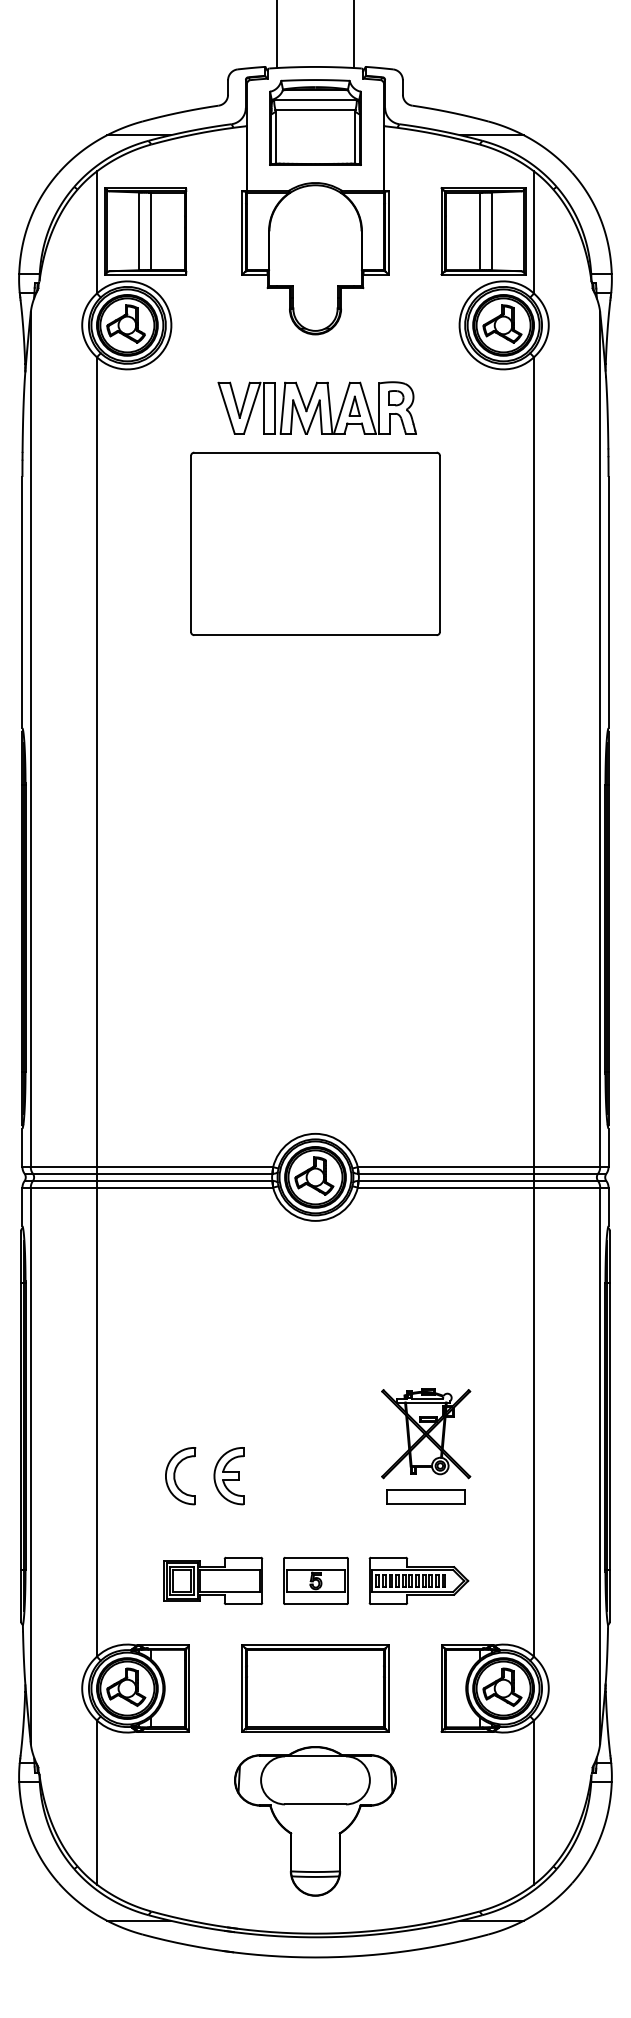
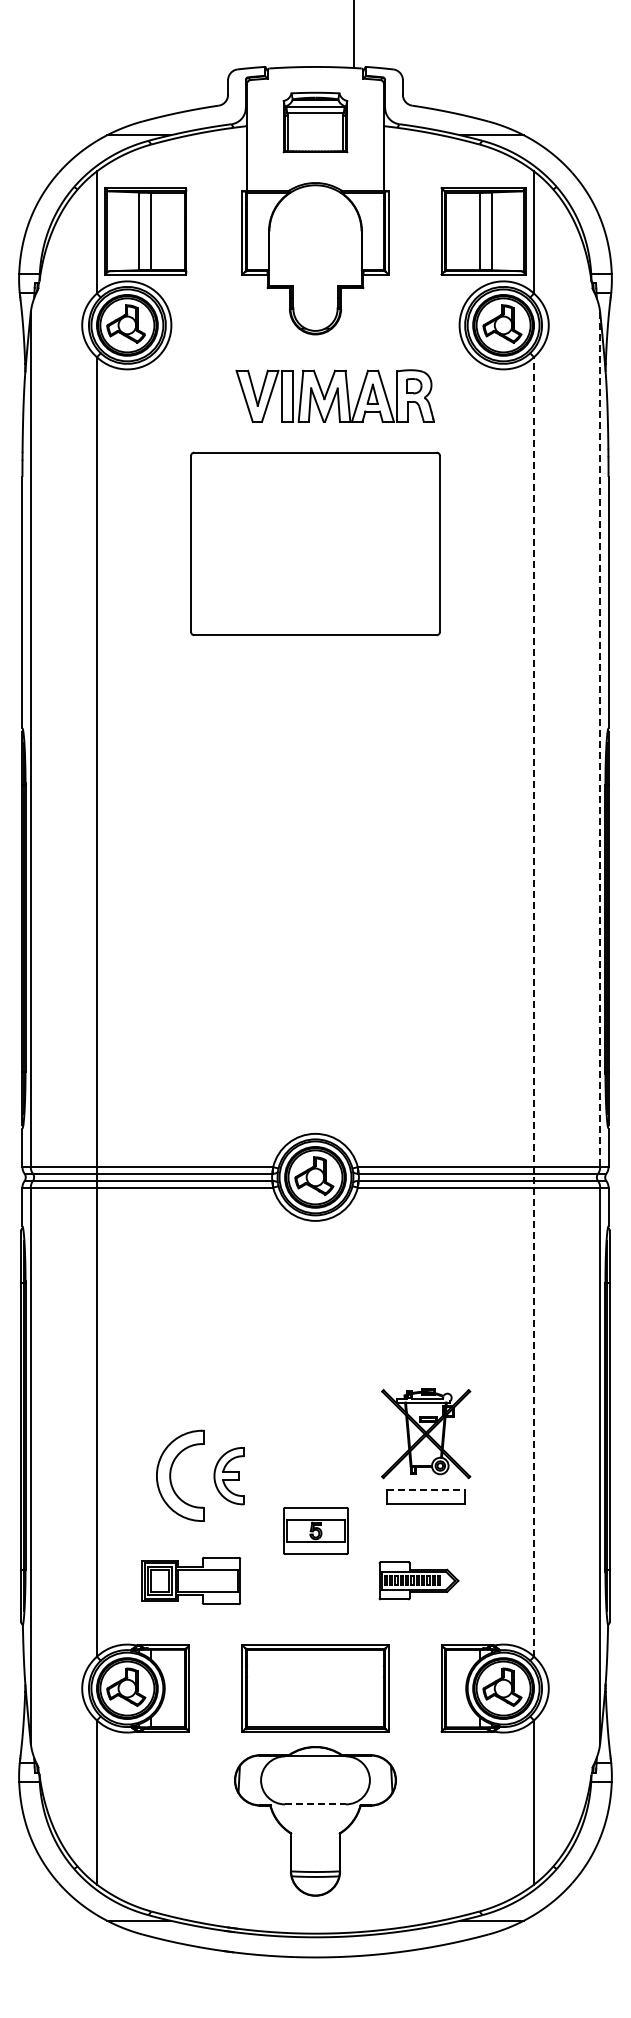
line at (277, 35): present -> none
part at (315, 122) size: 93x87 px -> 67x63 px
part at (316, 407) position: (316, 407) -> (334, 395)
line at (600, 740): solid -> dashed
line at (534, 1006): solid -> dashed
part at (180, 1476) size: 32x59 px -> 49x93 px
line at (426, 1489): solid -> dashed
part at (213, 1580) position: (213, 1580) -> (191, 1580)
part at (315, 1580) position: (315, 1580) -> (315, 1530)
part at (418, 1580) size: 102x49 px -> 82x40 px
line at (316, 1804): solid -> dashed
